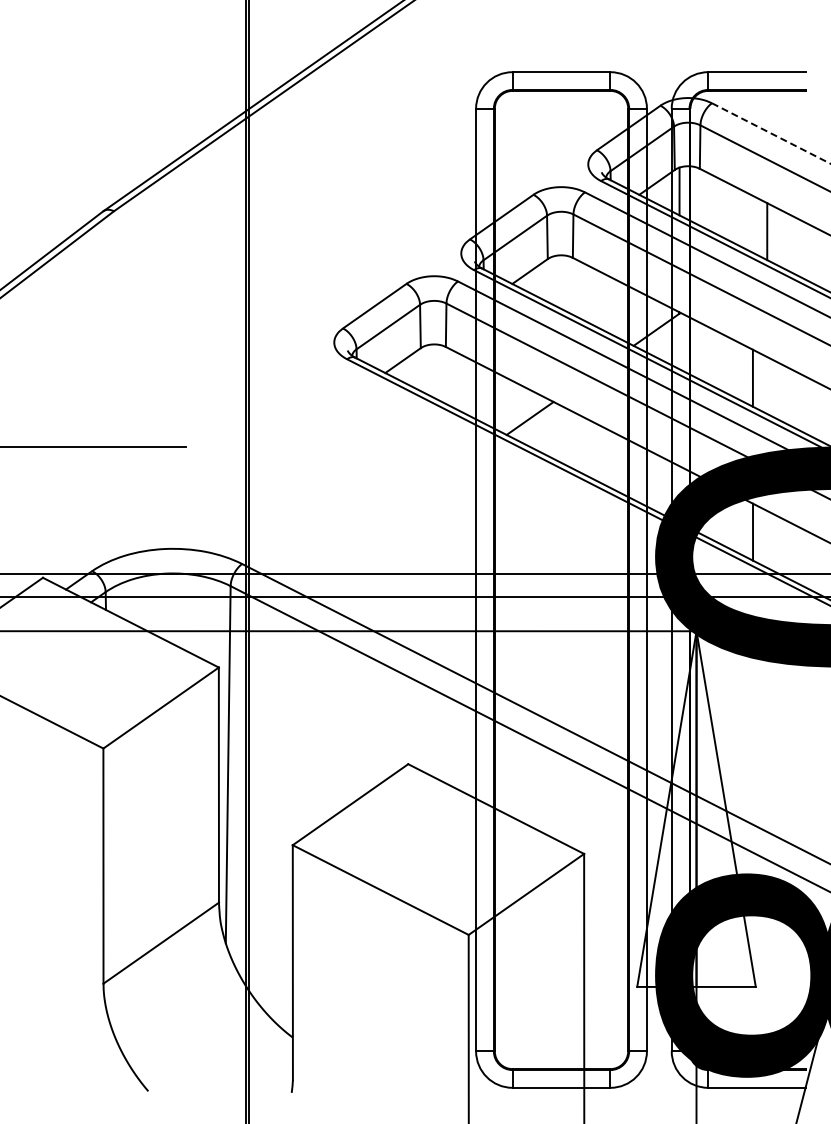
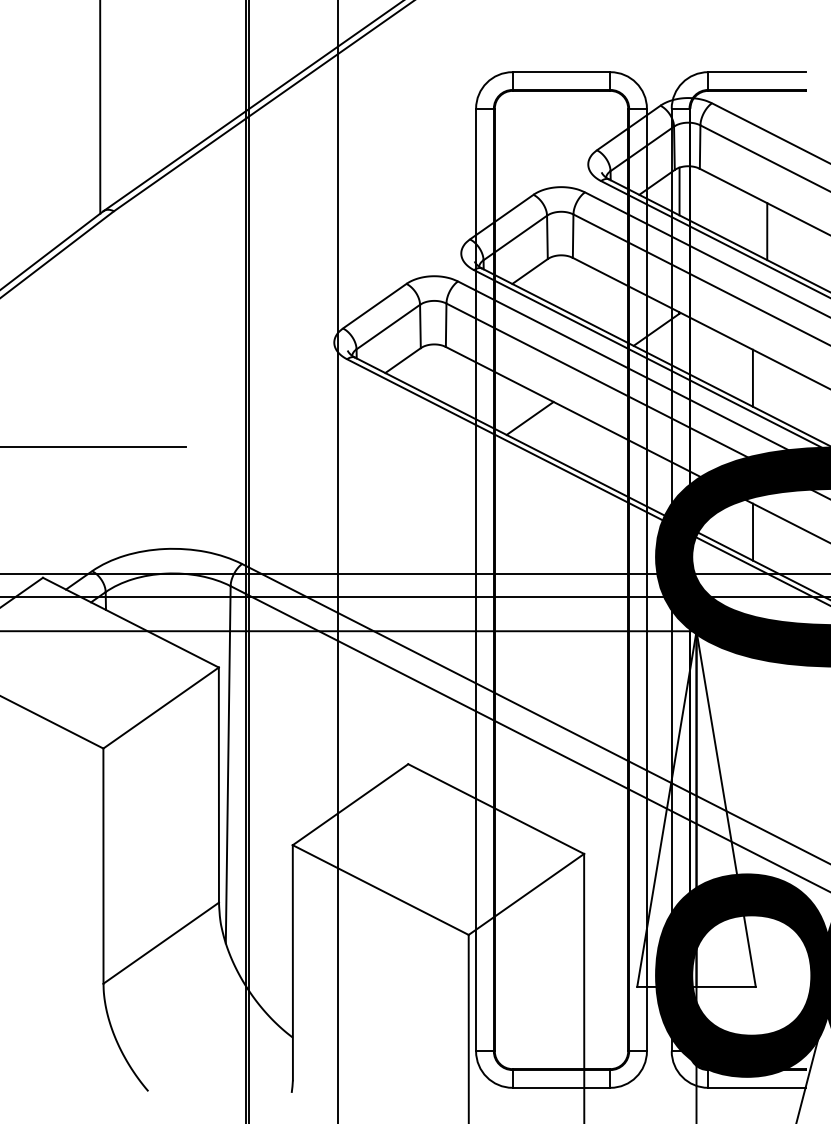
line at (100, 107): none -> present
line at (771, 133): dashed -> solid
line at (337, 561): none -> present
